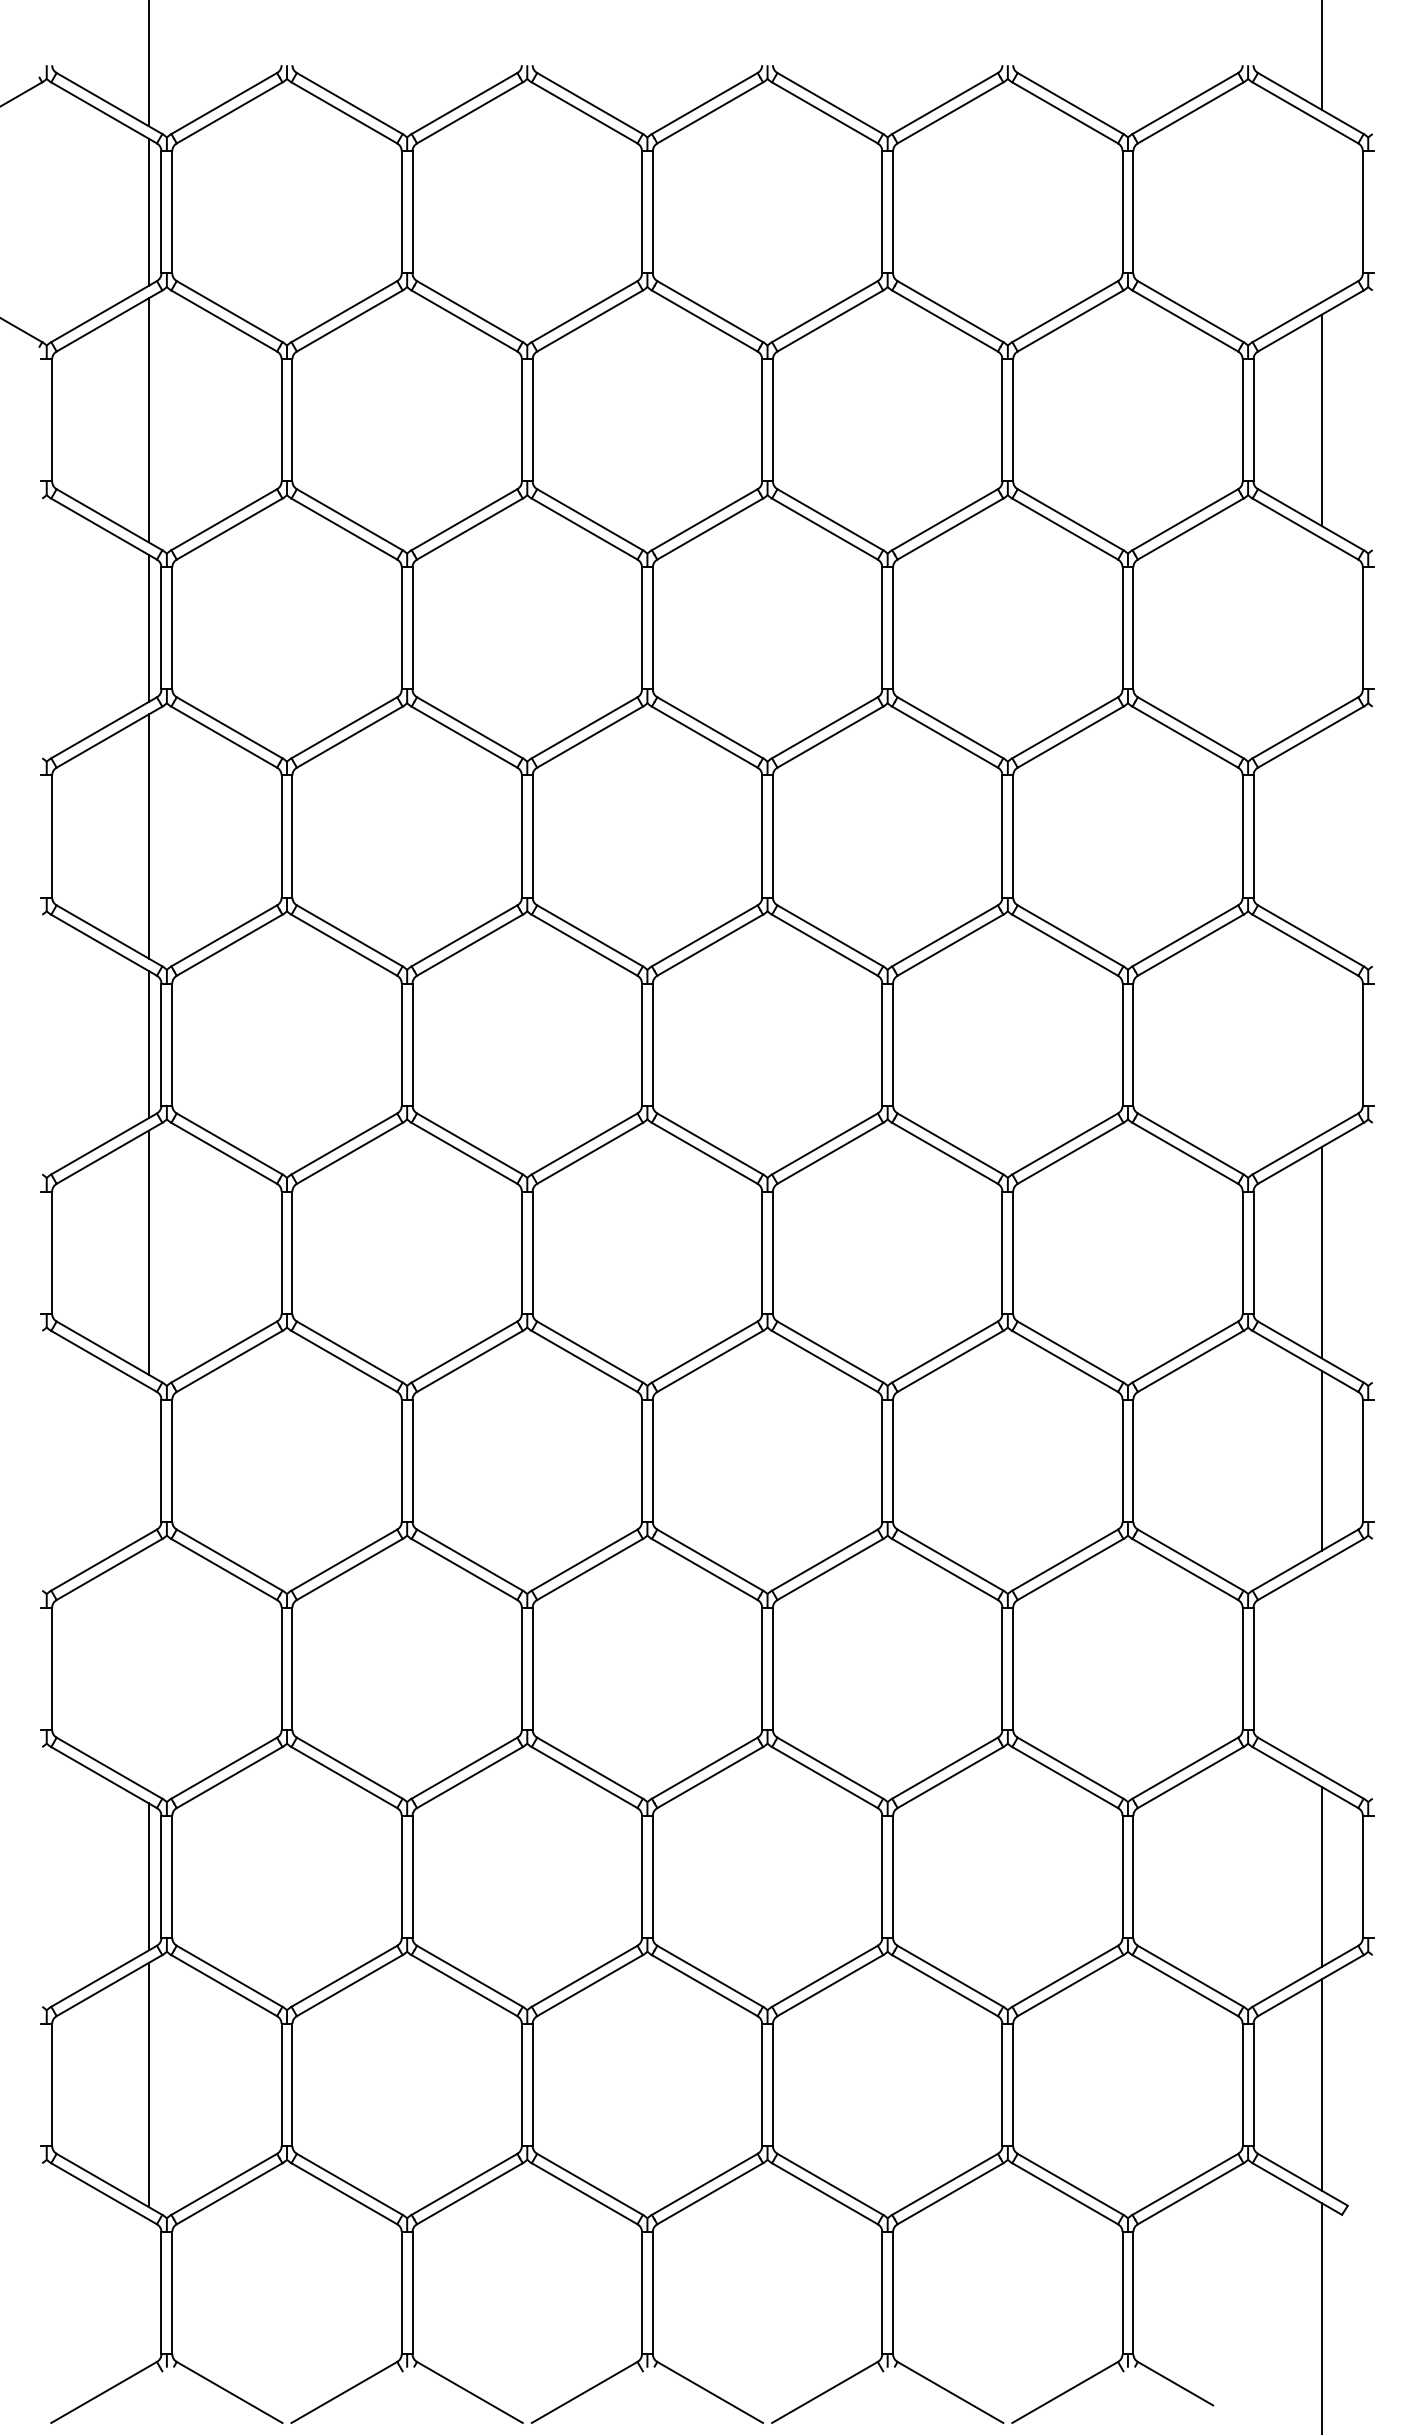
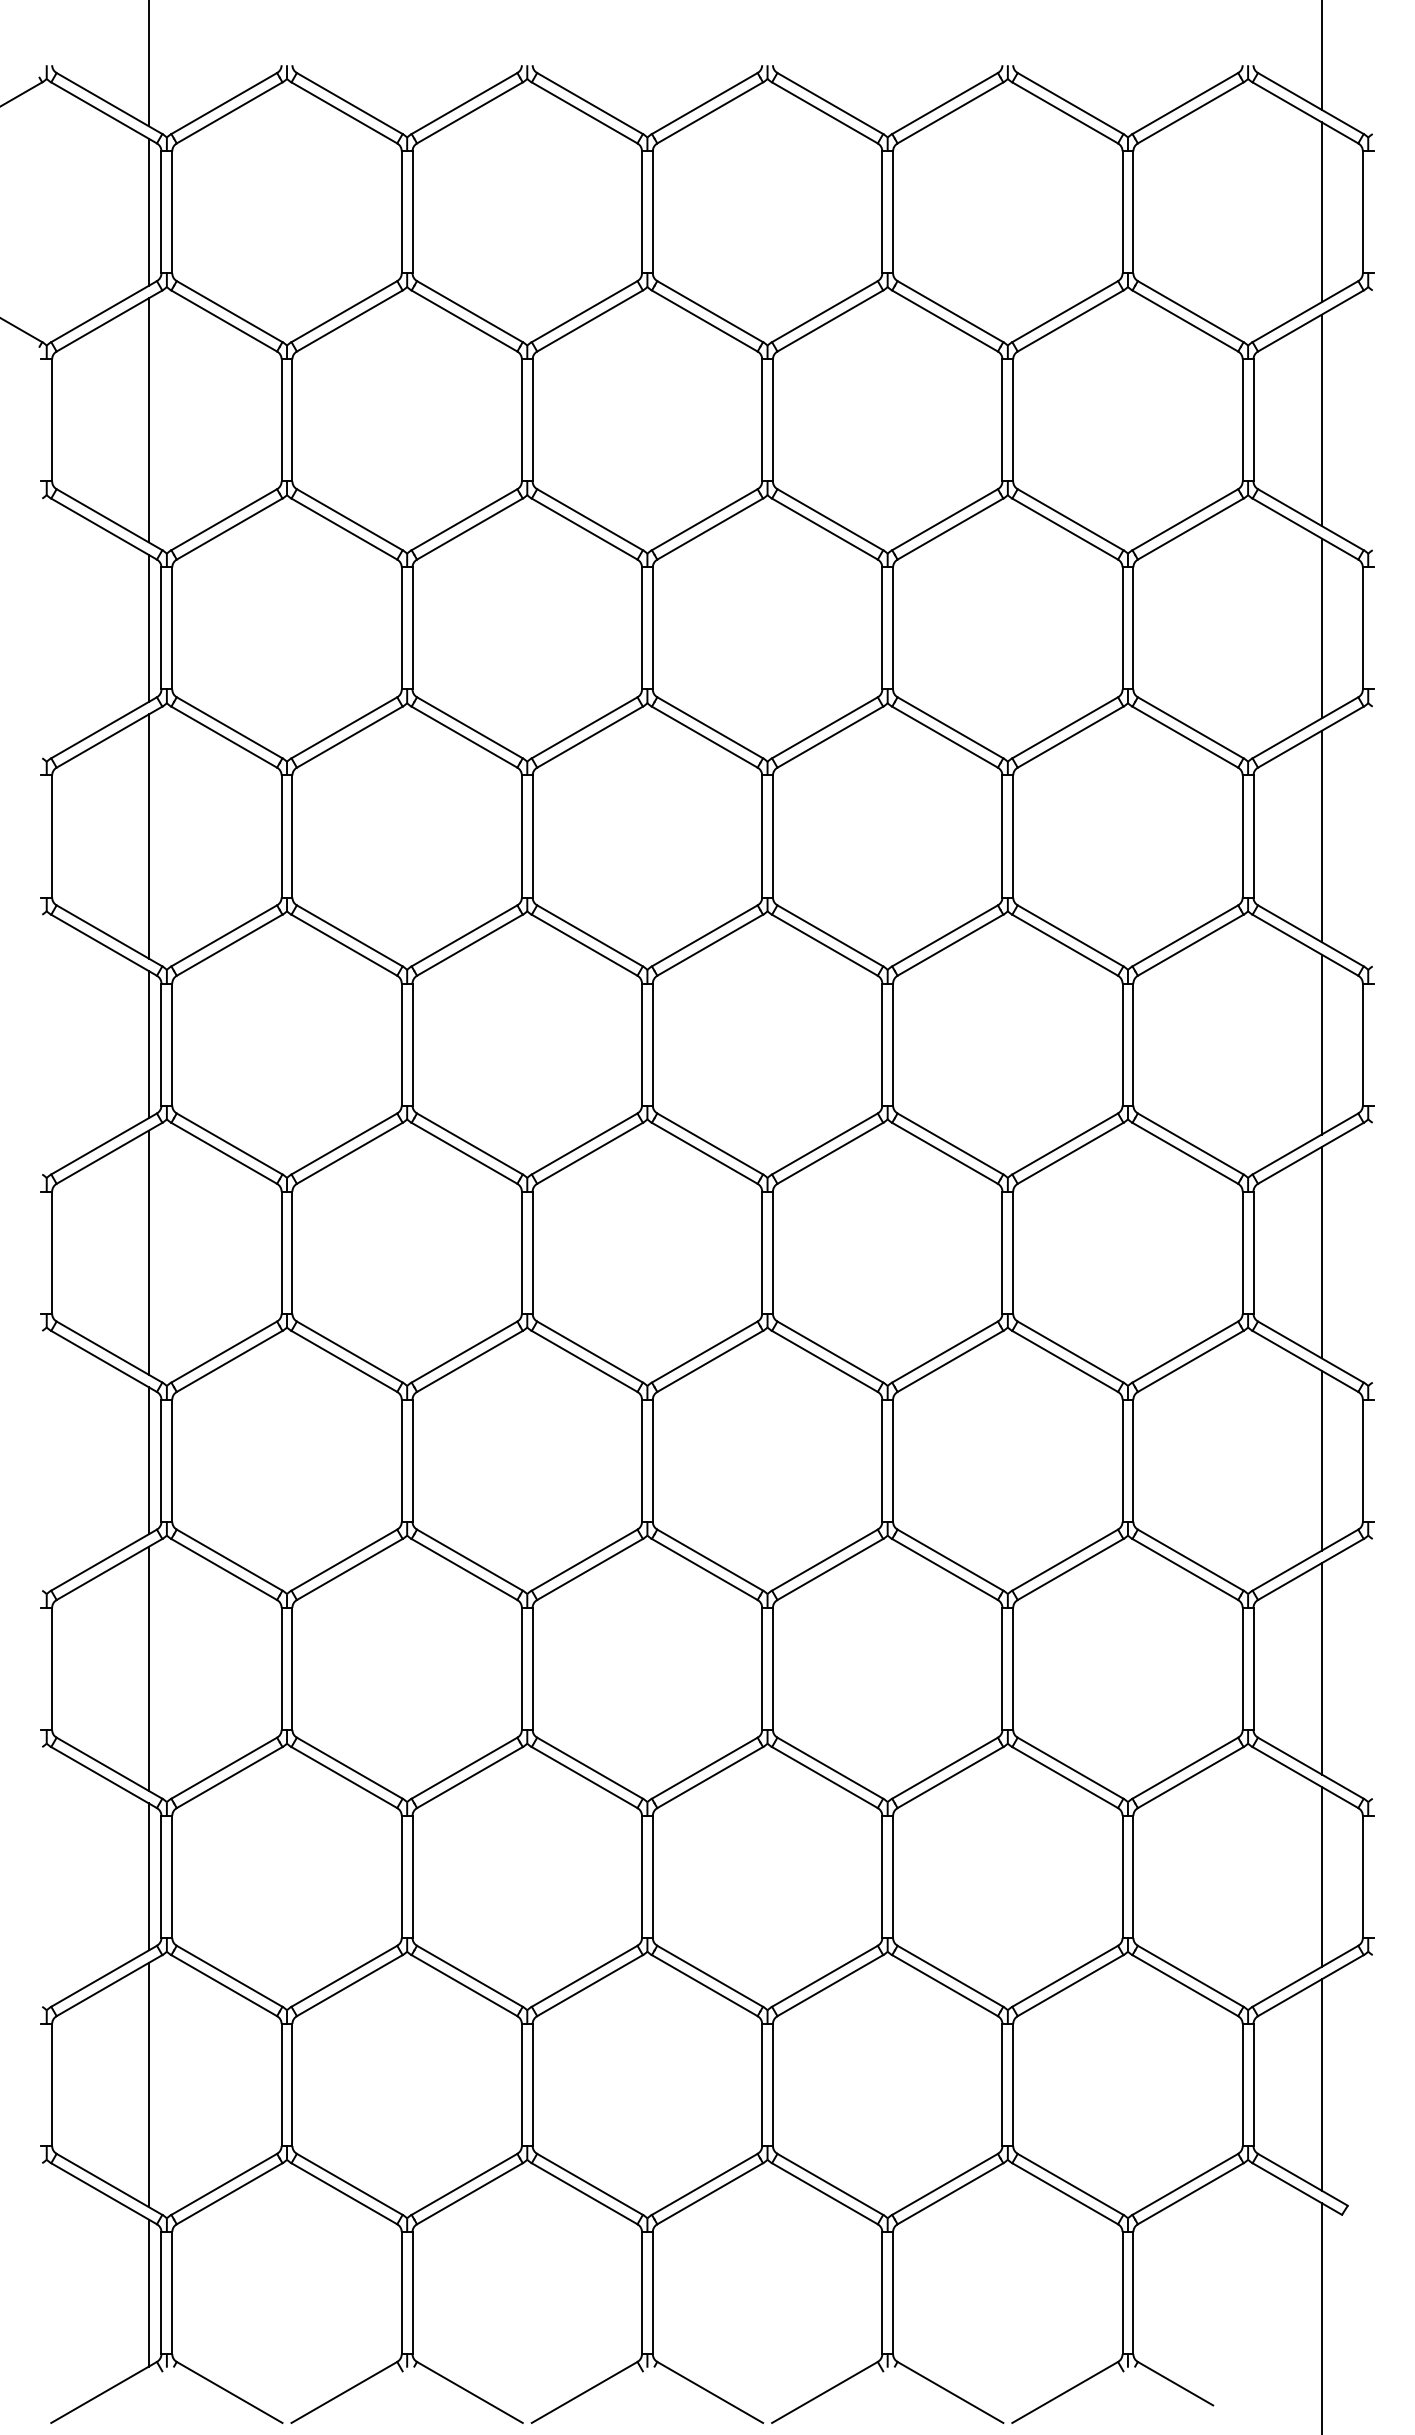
line at (1321, 212): none -> present
line at (1321, 628): none -> present
line at (1321, 836): none -> present
line at (1321, 1044): none -> present
line at (148, 1460): none -> present
line at (148, 1668): none -> present
line at (1321, 1668): none -> present
line at (148, 2292): none -> present
